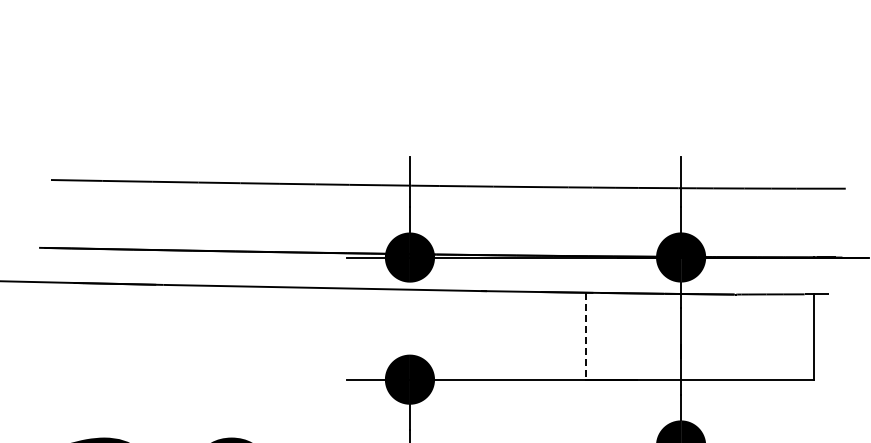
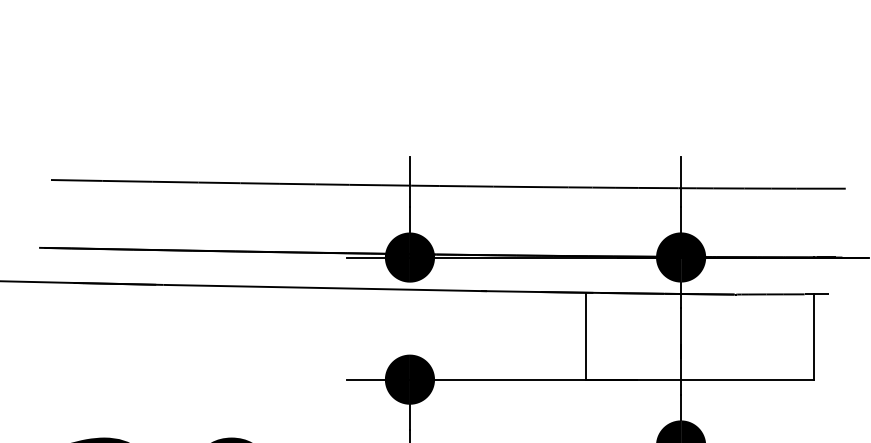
line at (585, 336): dashed -> solid
